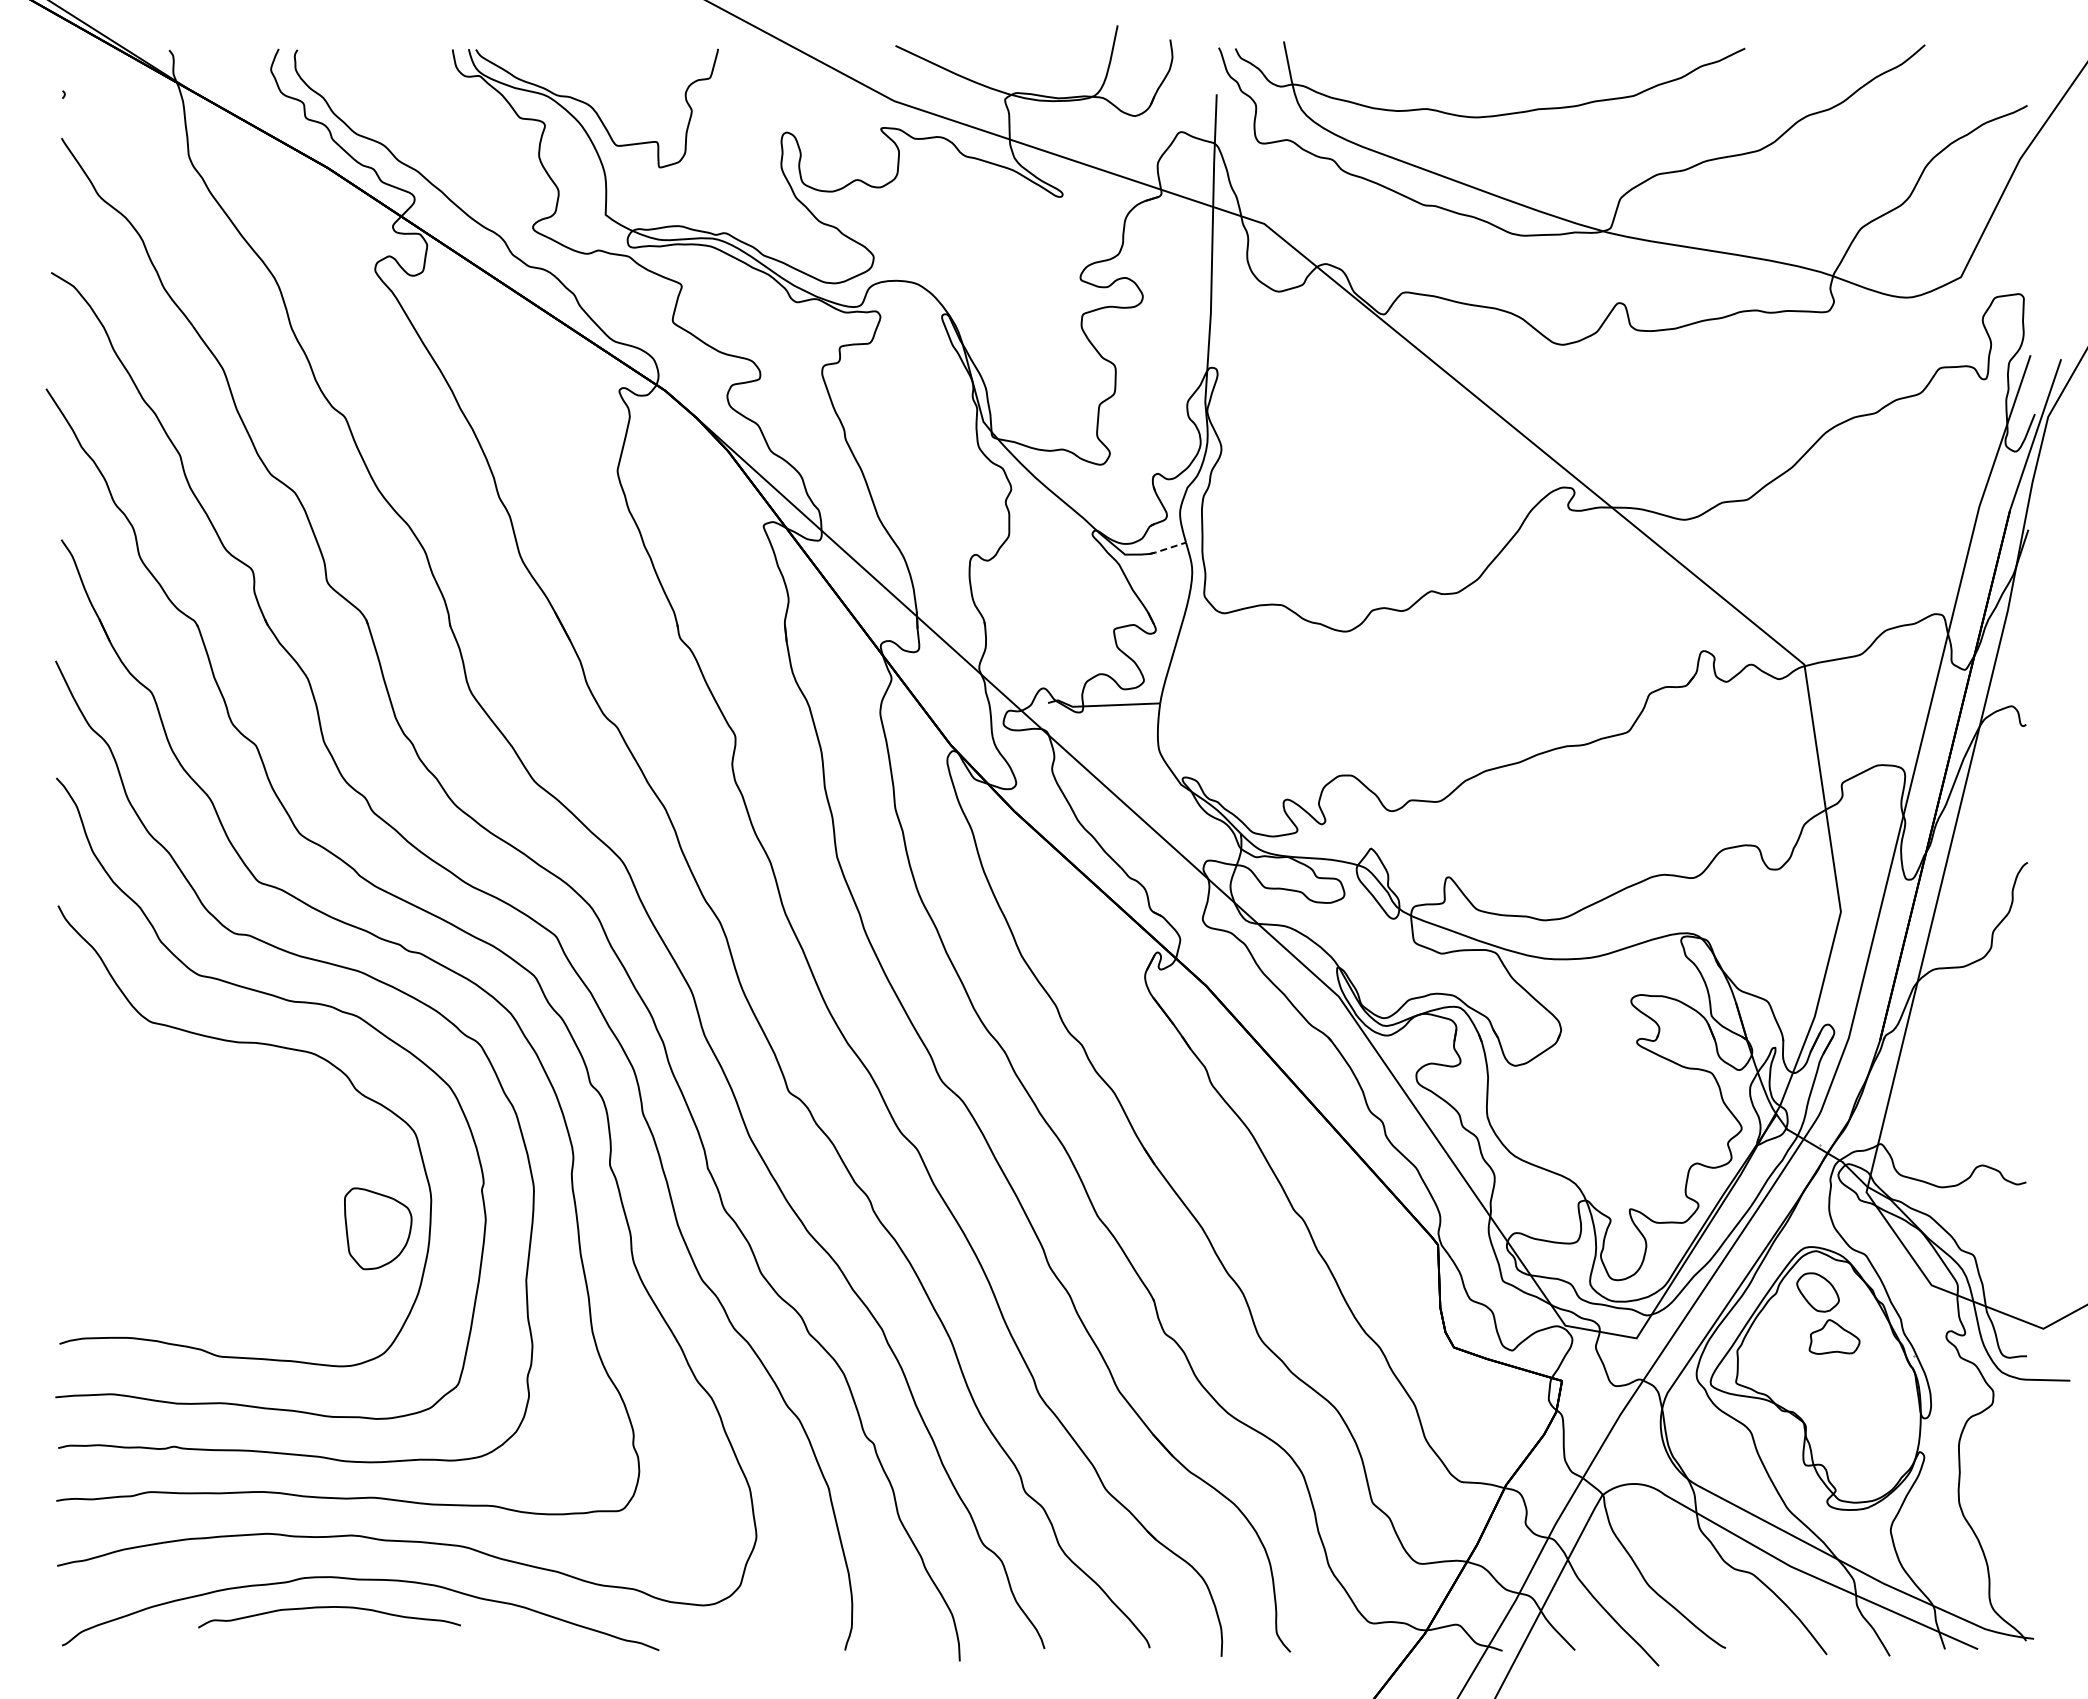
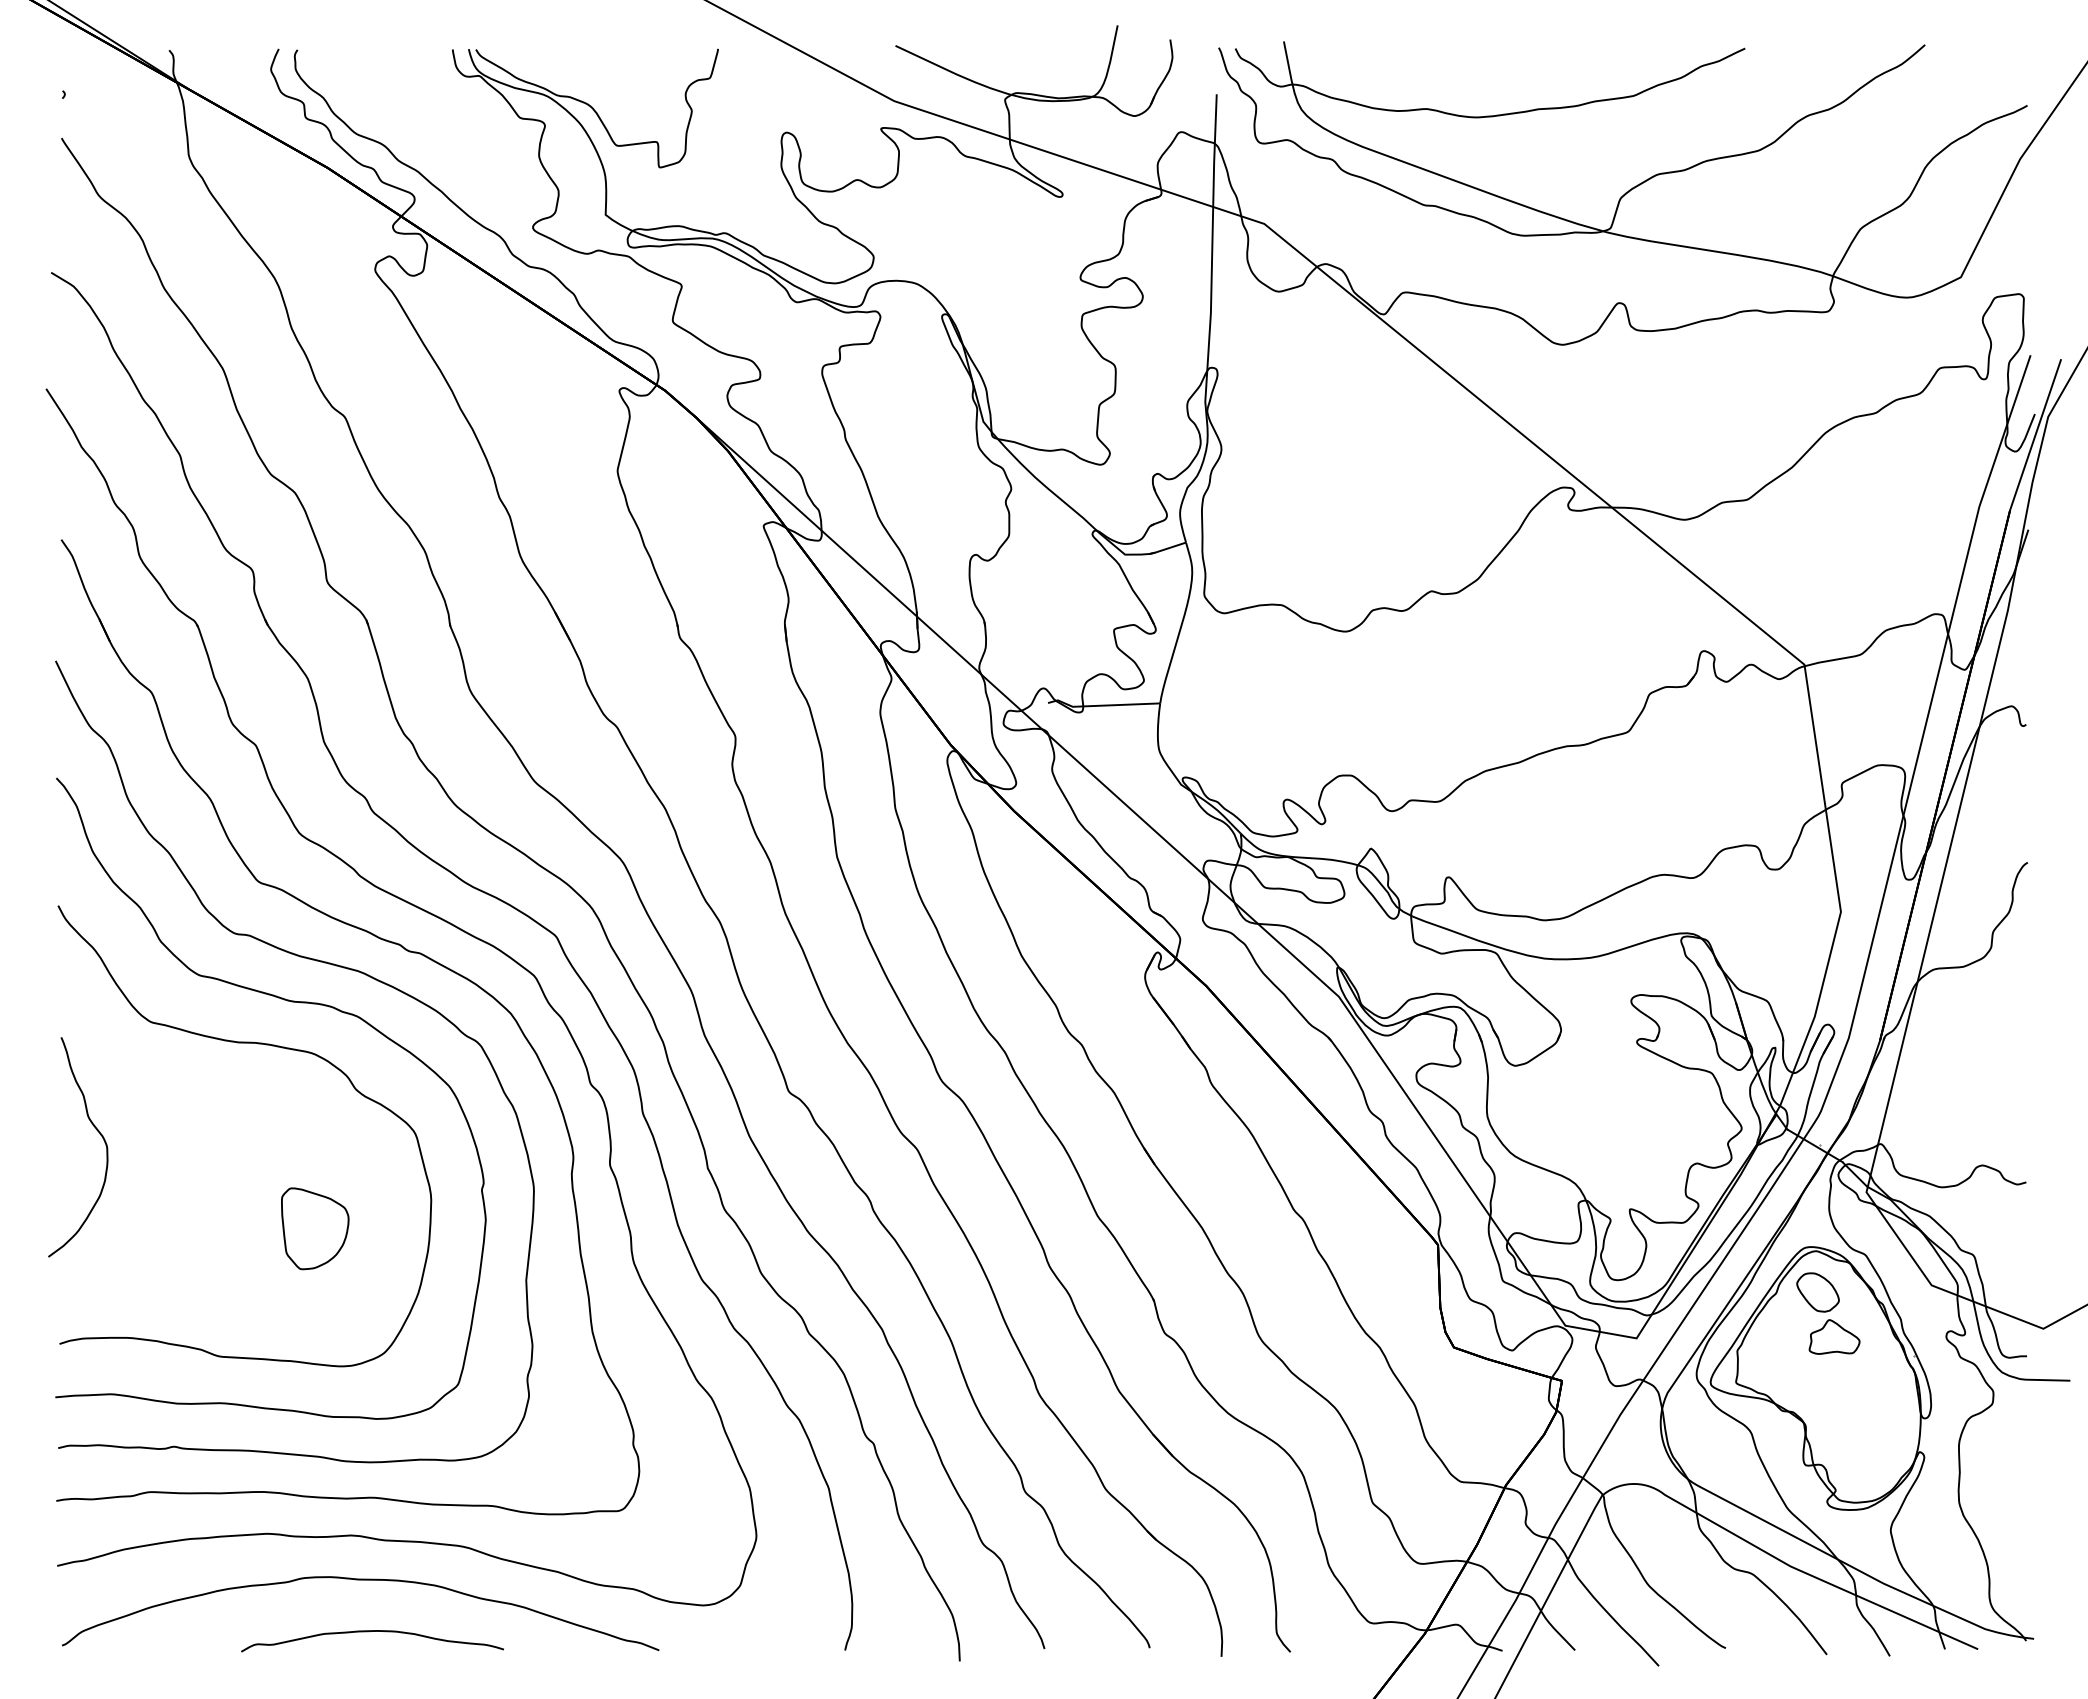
line at (1167, 548): dashed -> solid
curve at (99, 1134): none -> present
part at (378, 1228) position: (378, 1228) -> (315, 1228)
curve at (326, 1608) position: (326, 1608) -> (369, 1632)
